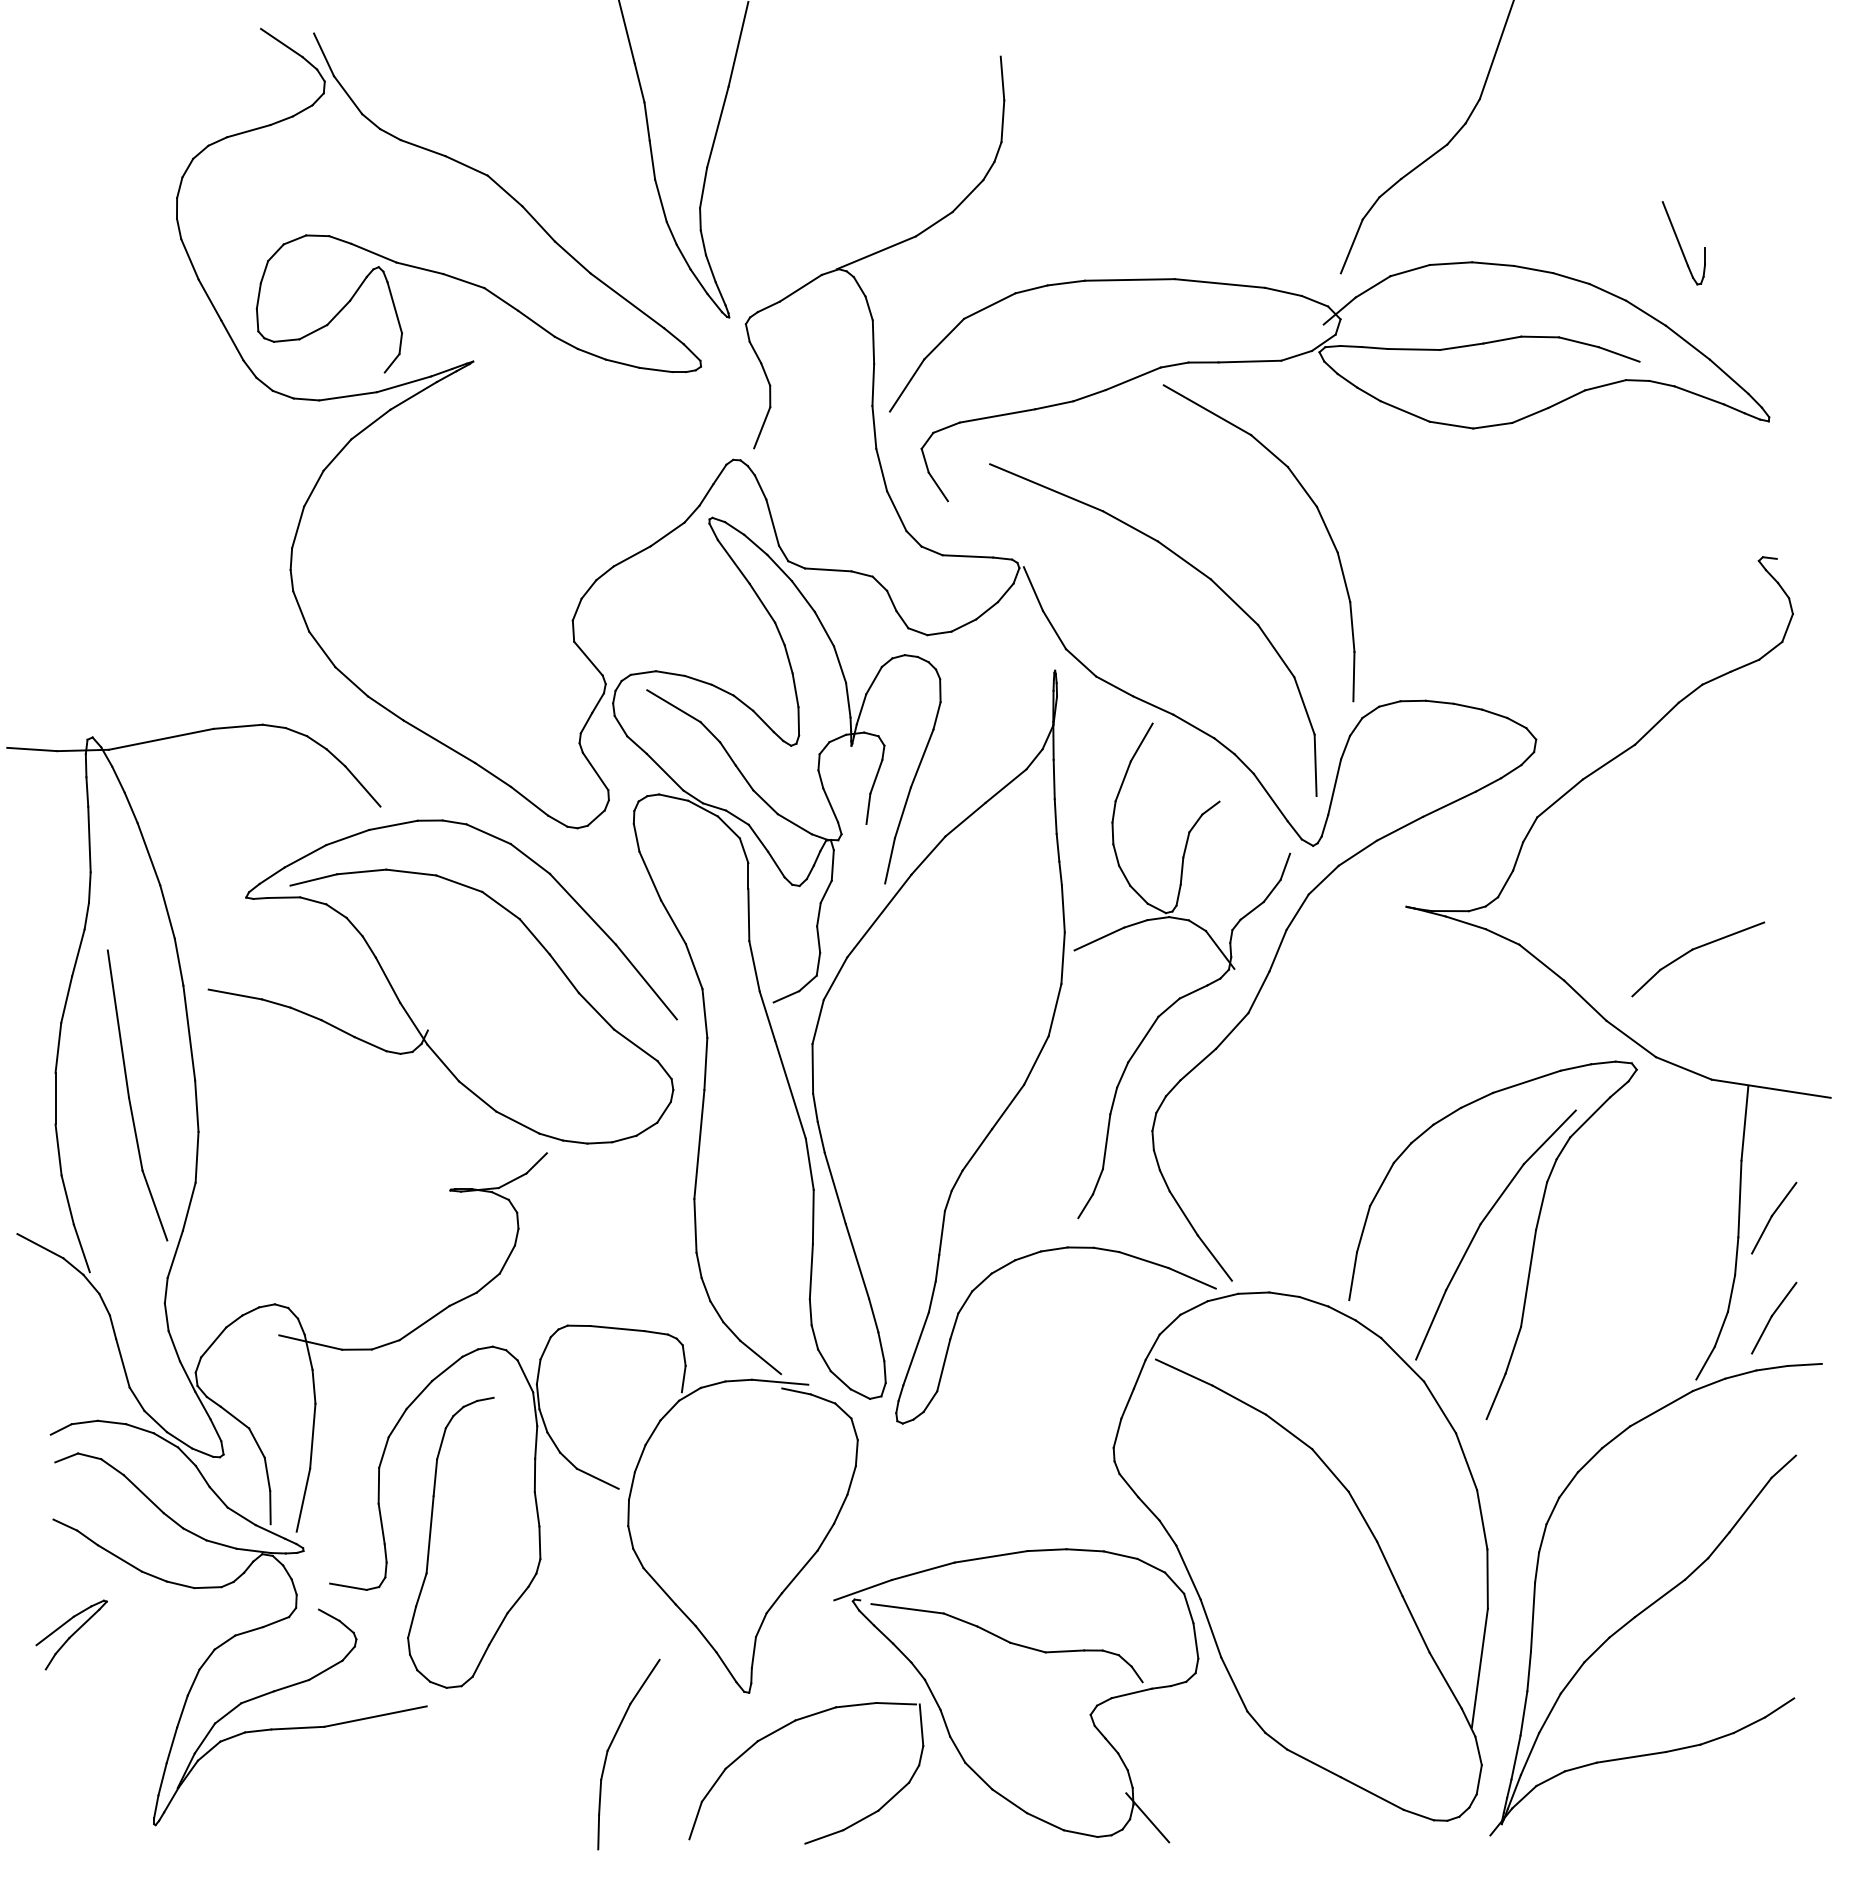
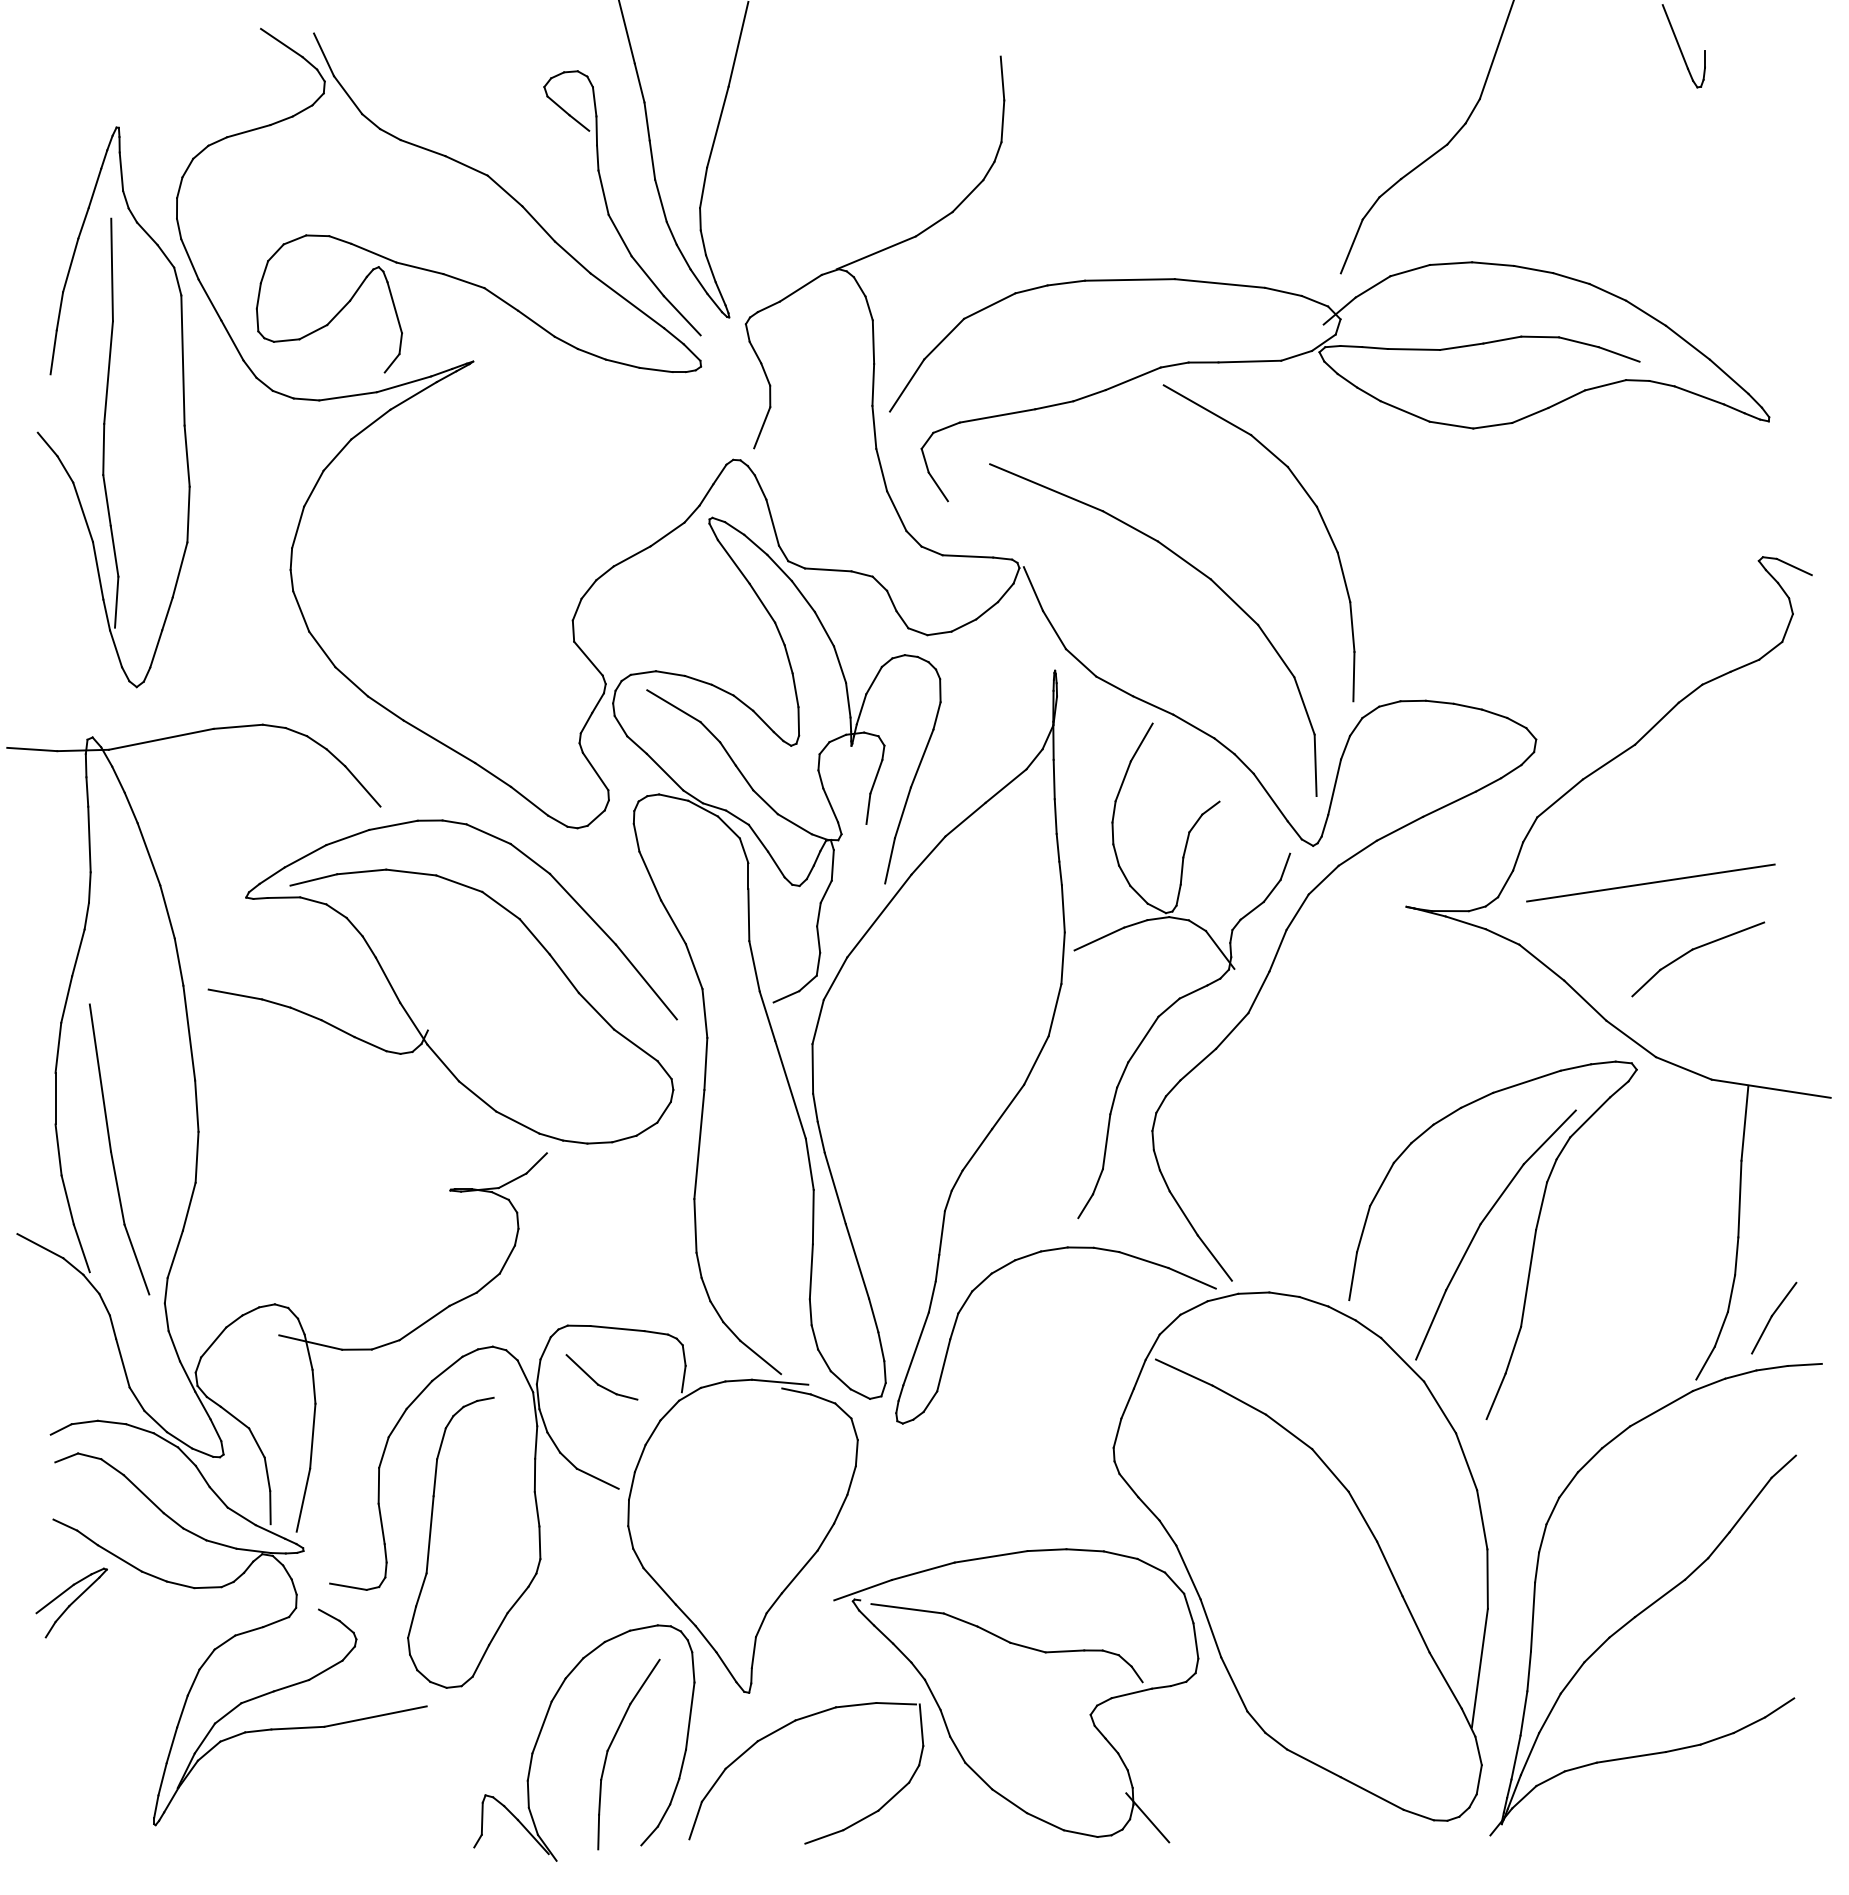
part at (608, 208): none -> present
part at (1683, 243) position: (1683, 243) -> (1683, 46)
part at (106, 407): none -> present
line at (1793, 566): none -> present
line at (1650, 882): none -> present
part at (130, 1098) position: (130, 1098) -> (112, 1152)
part at (1774, 1217): present -> none
part at (596, 1381): none -> present
part at (71, 1634) position: (71, 1634) -> (71, 1602)
part at (544, 1724): none -> present
